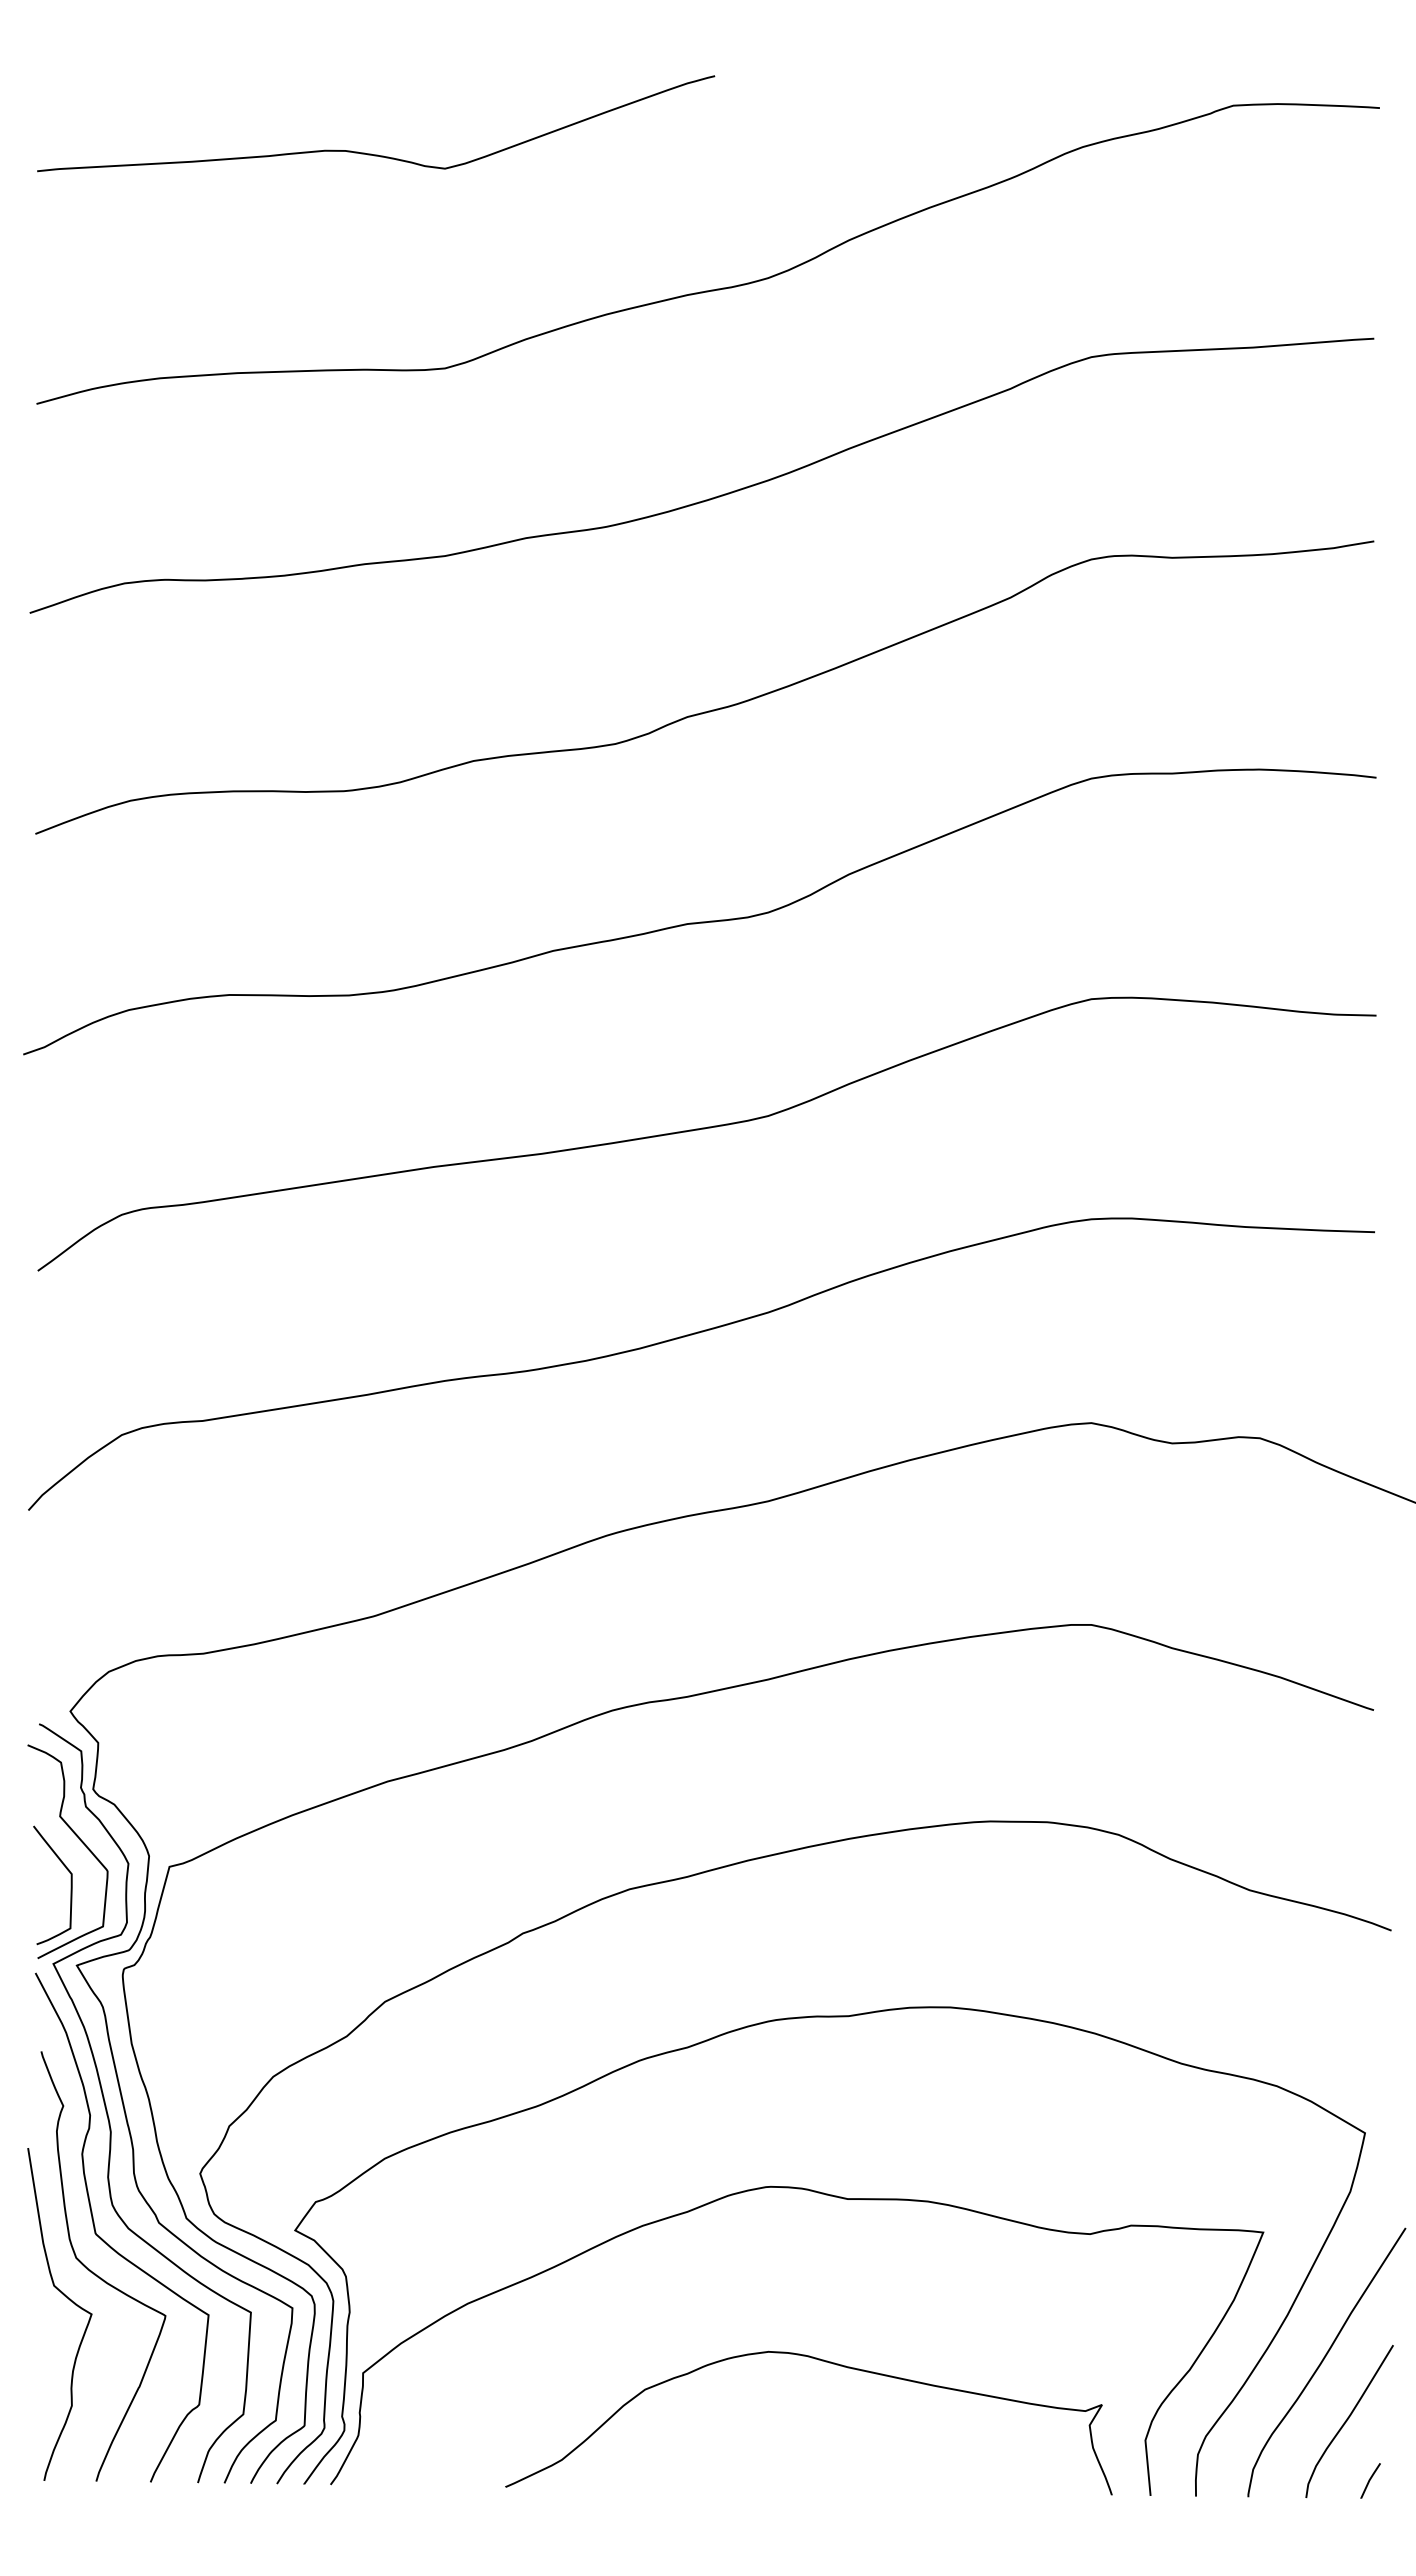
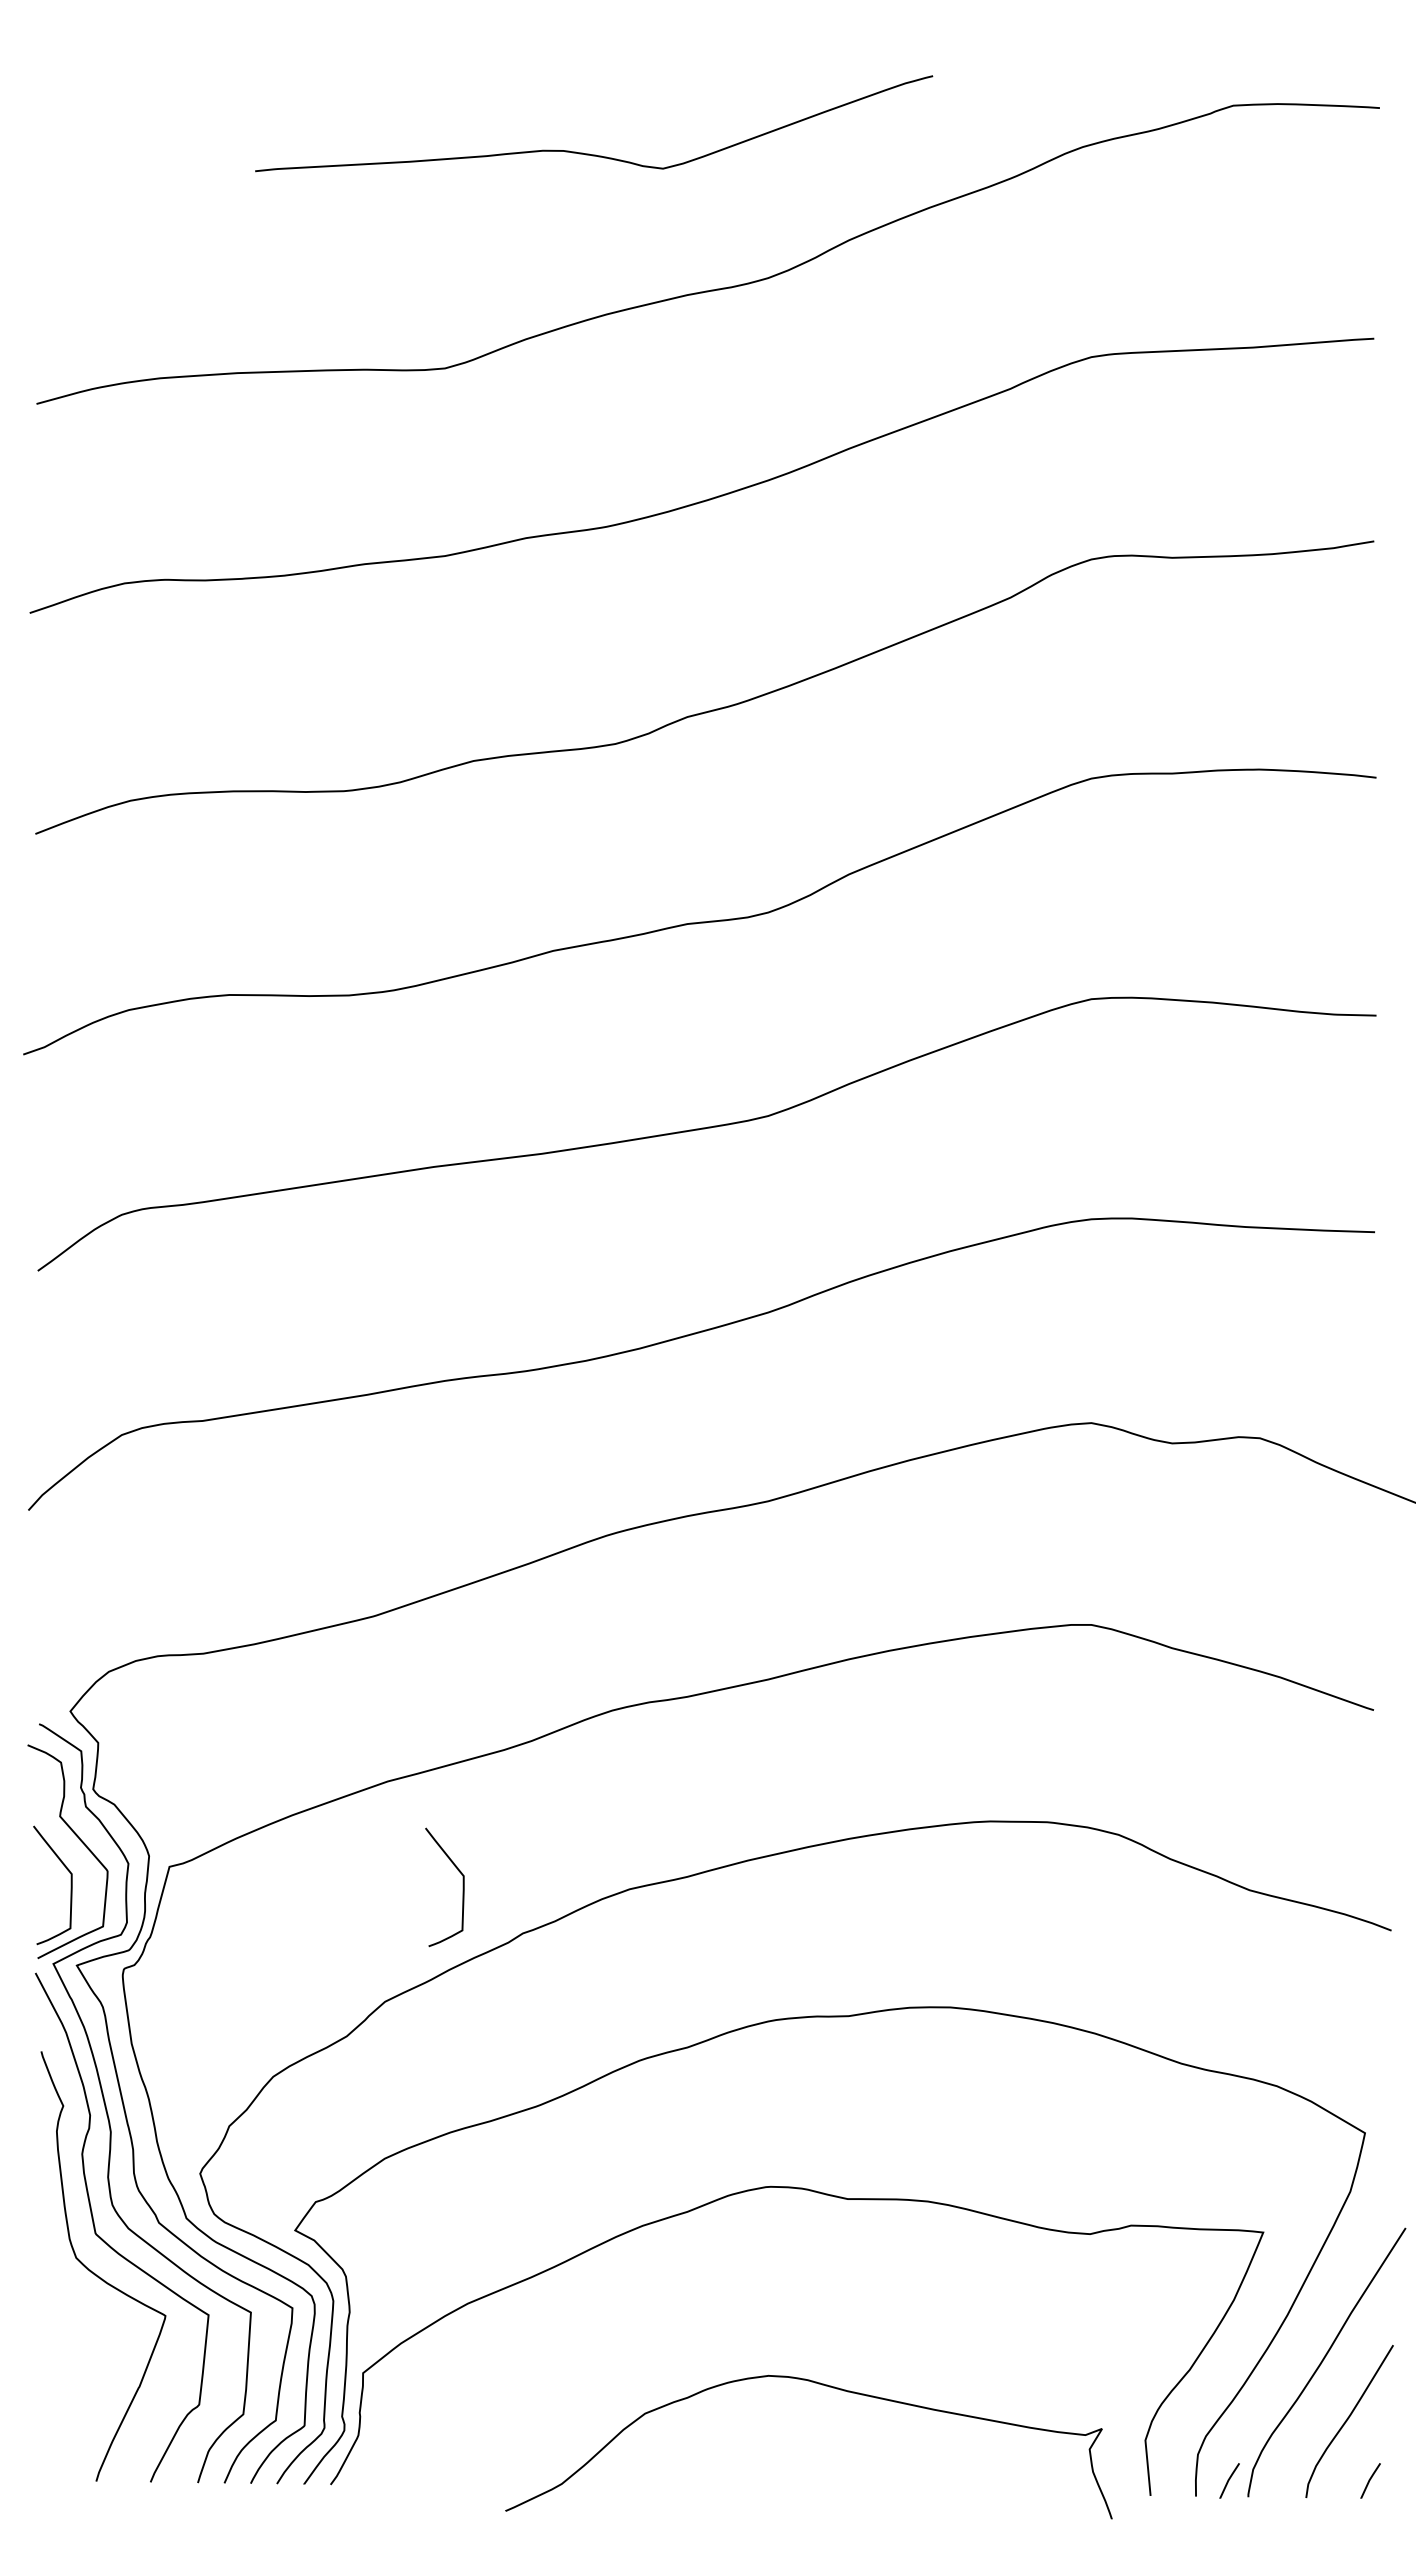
curve at (371, 153) position: (371, 153) -> (589, 153)
curve at (462, 1887): none -> present
curve at (70, 2301): present -> none
curve at (825, 2362) position: (825, 2362) -> (825, 2386)
line at (1229, 2480): none -> present
